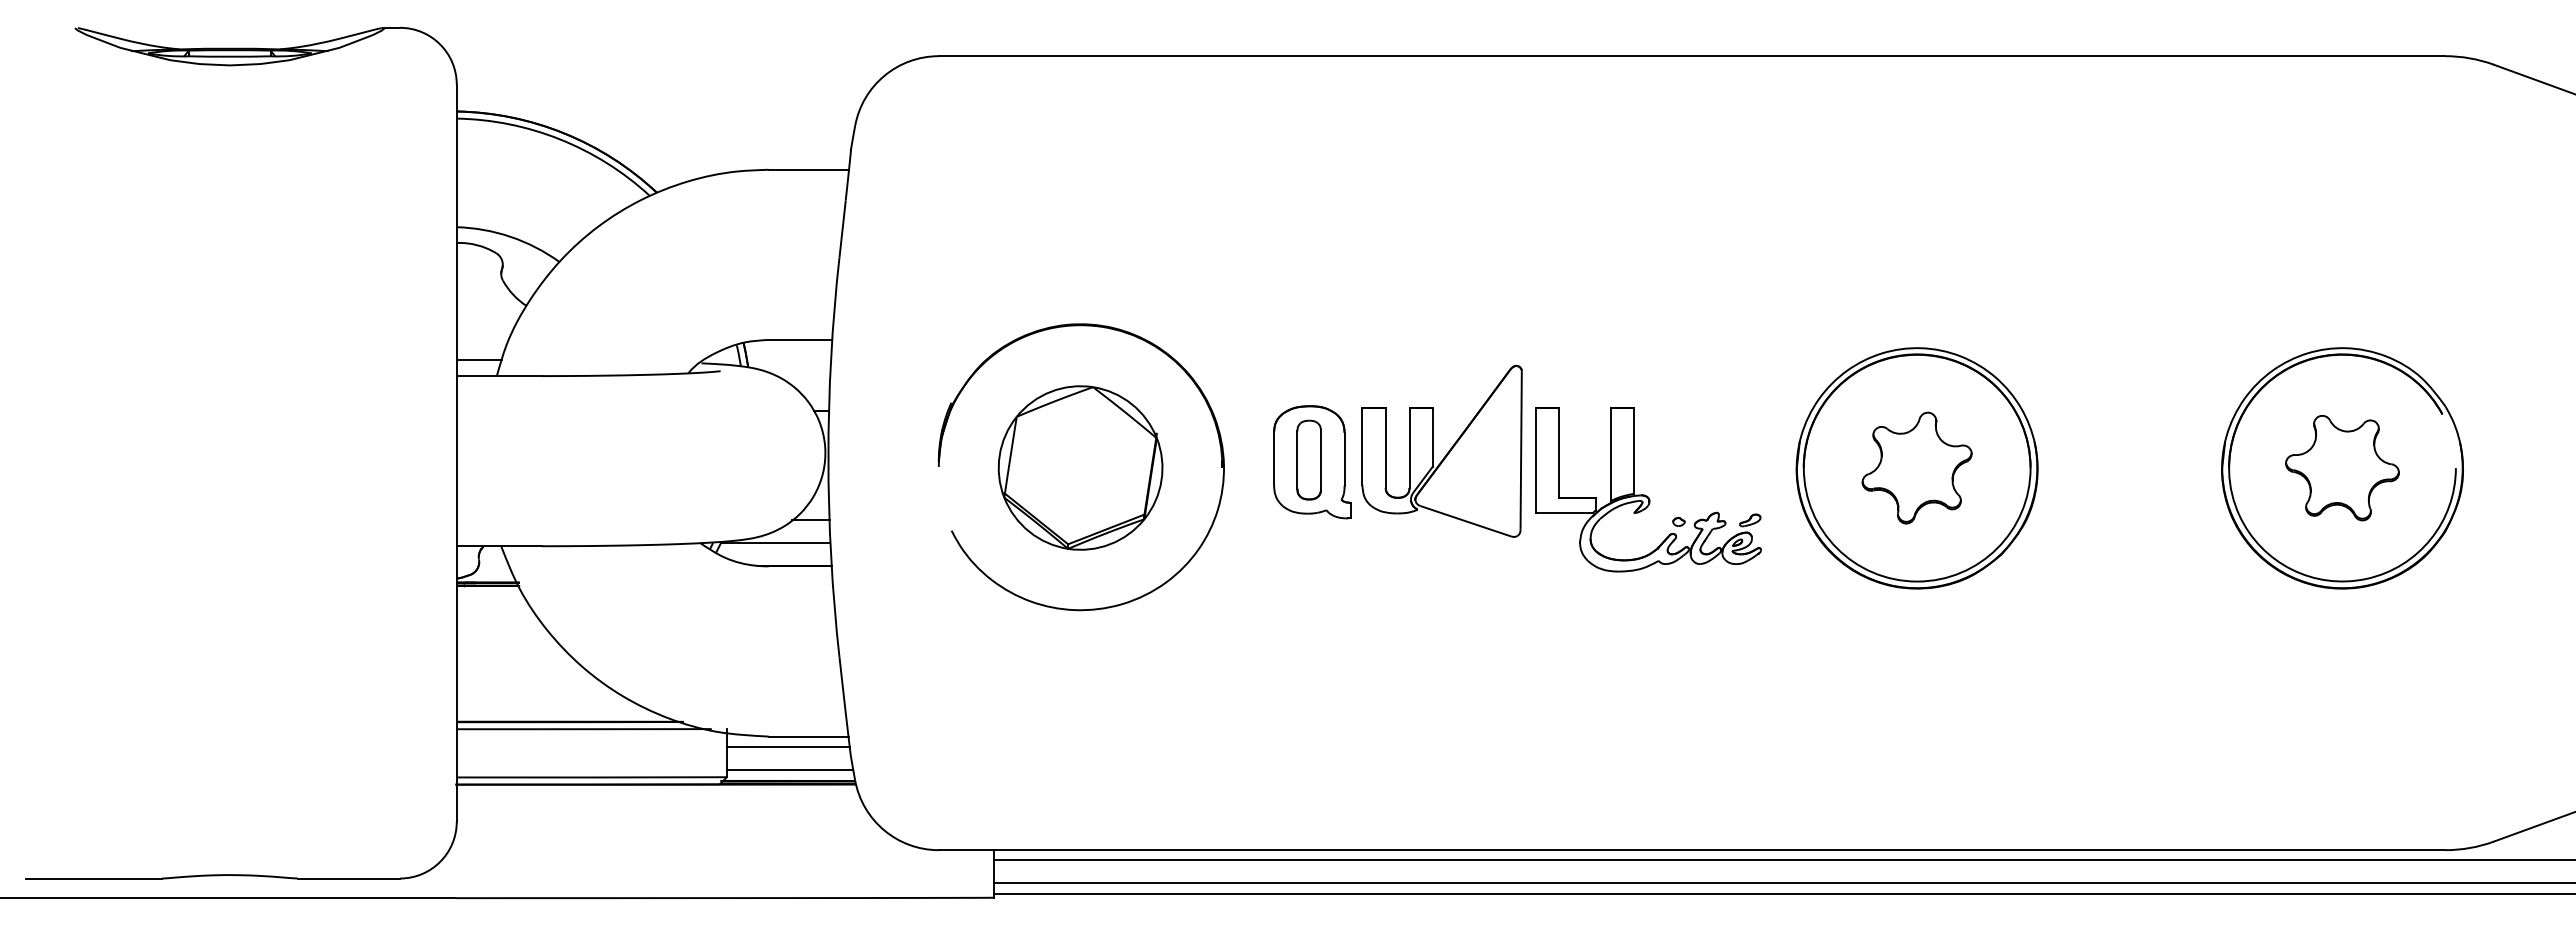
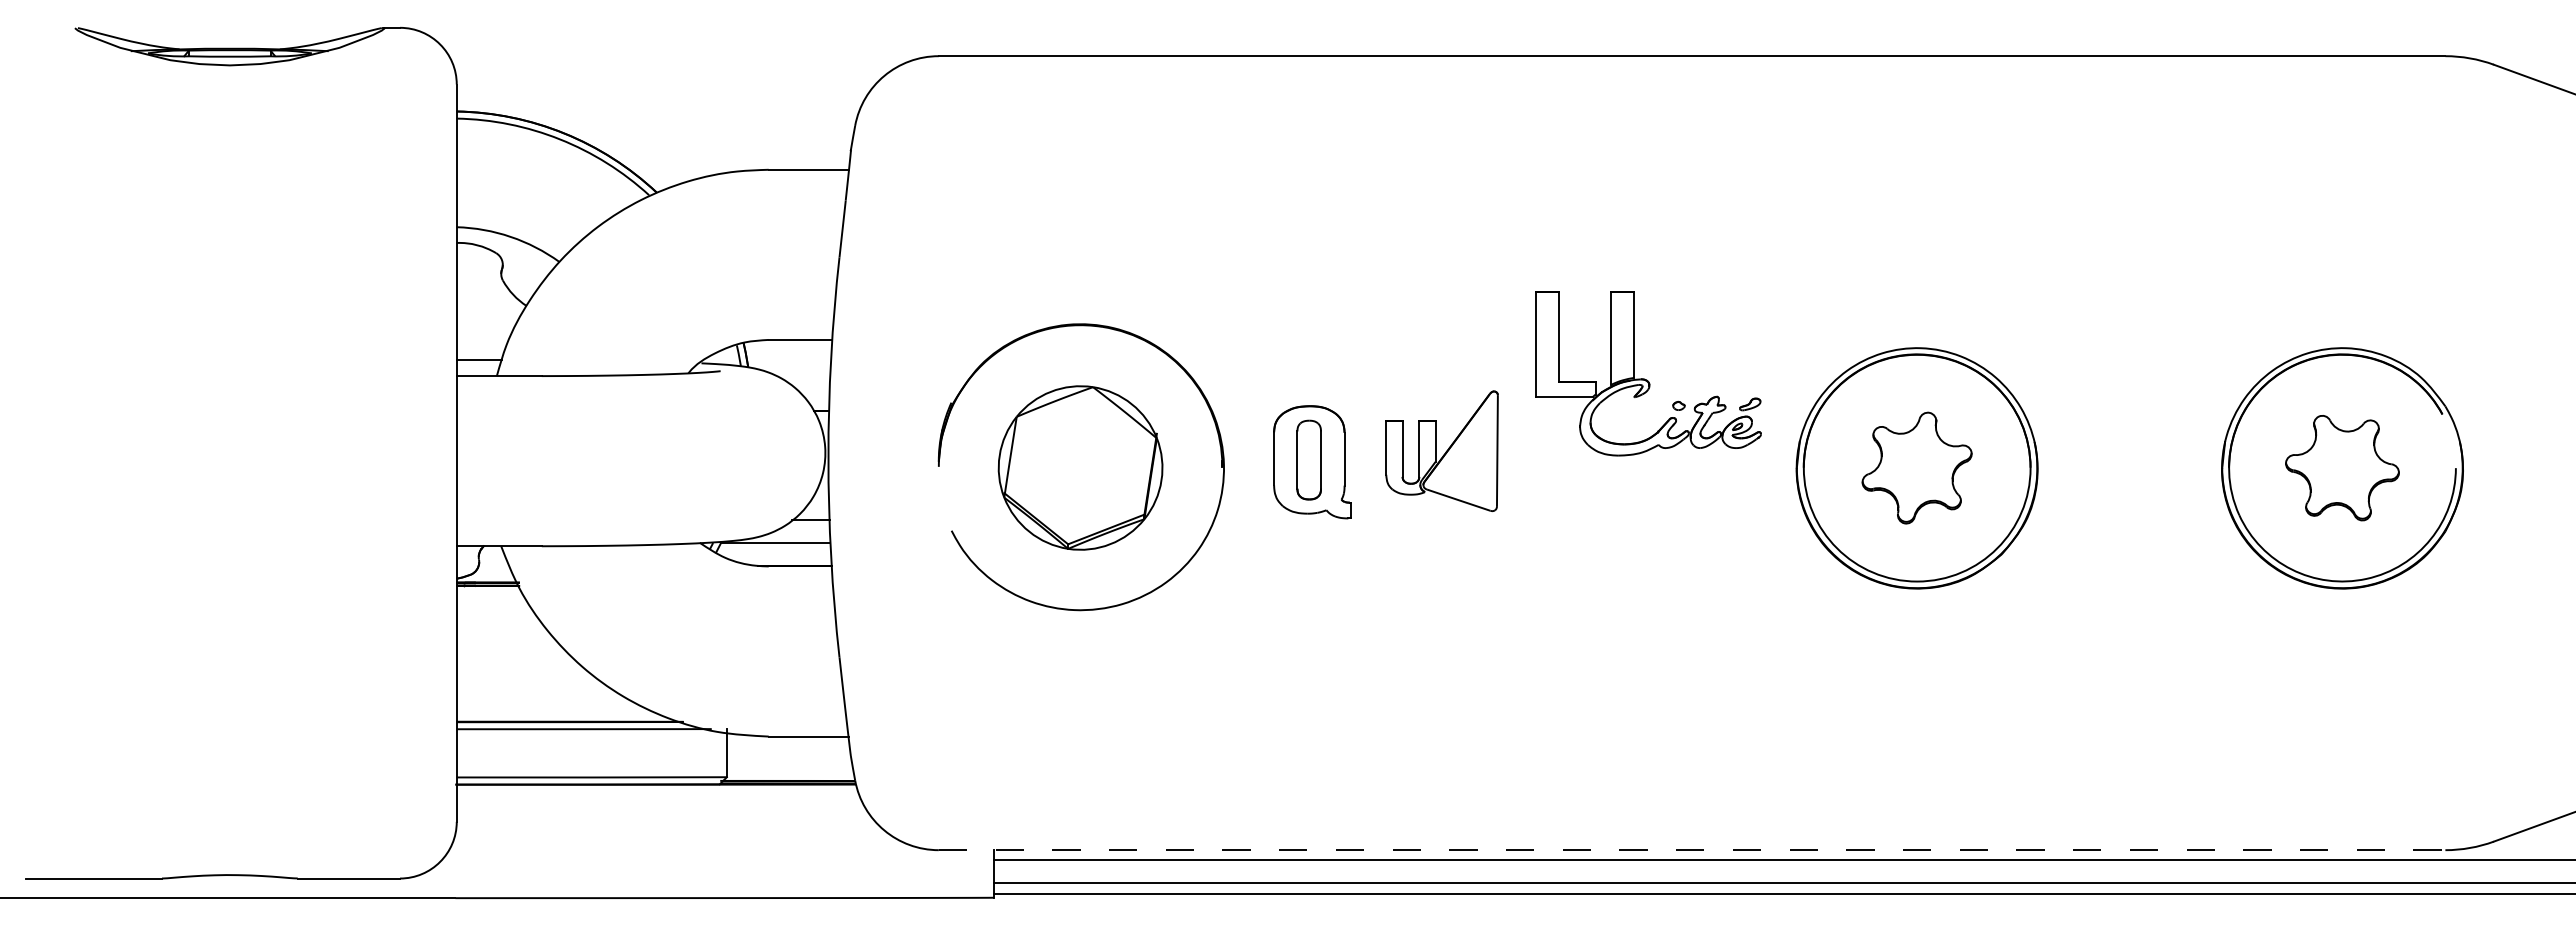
part at (1441, 450) size: 162x174 px -> 114x122 px
part at (1646, 495) position: (1646, 495) -> (1646, 379)
line at (787, 747): present -> none
line at (789, 769): present -> none
line at (1692, 850): solid -> dashed
